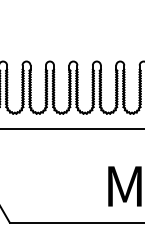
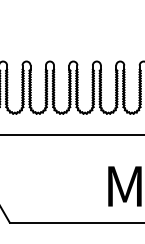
line at (71, 128) position: (71, 128) -> (71, 134)
